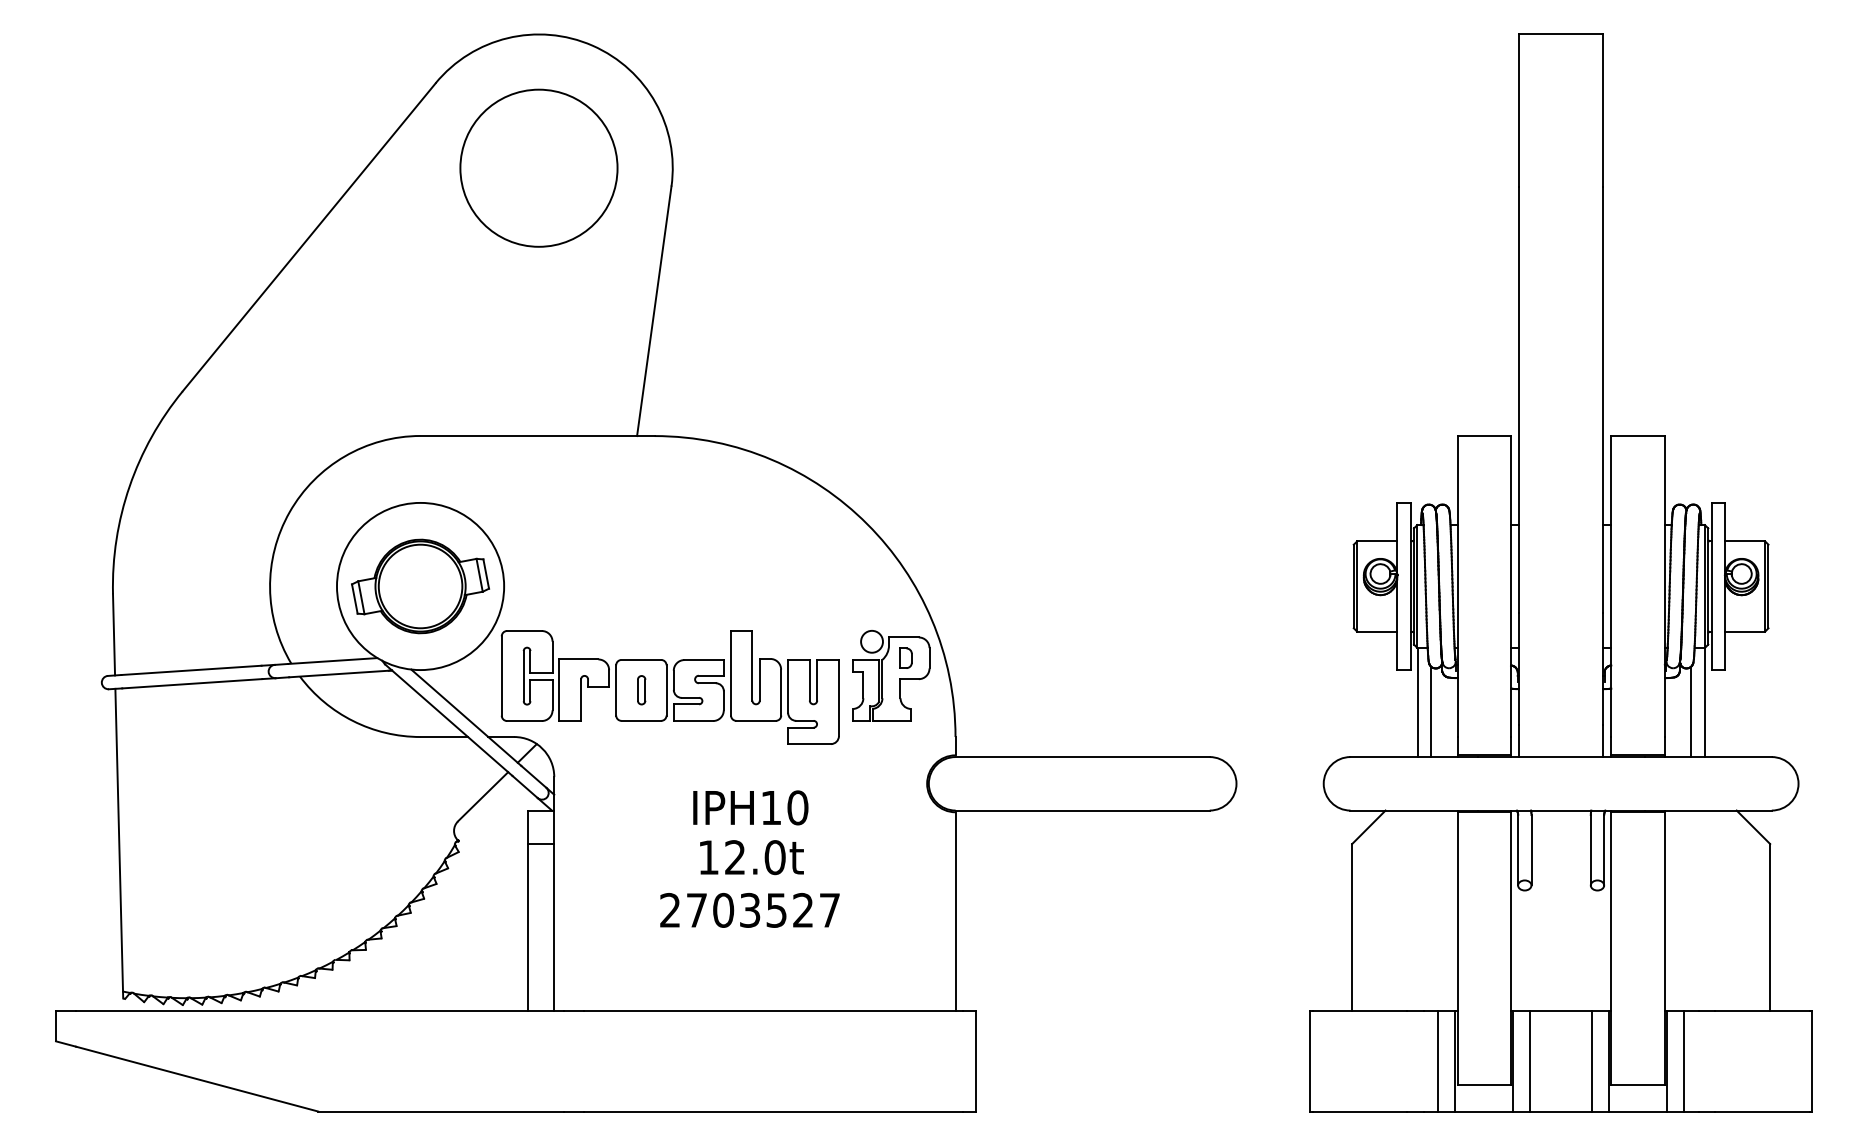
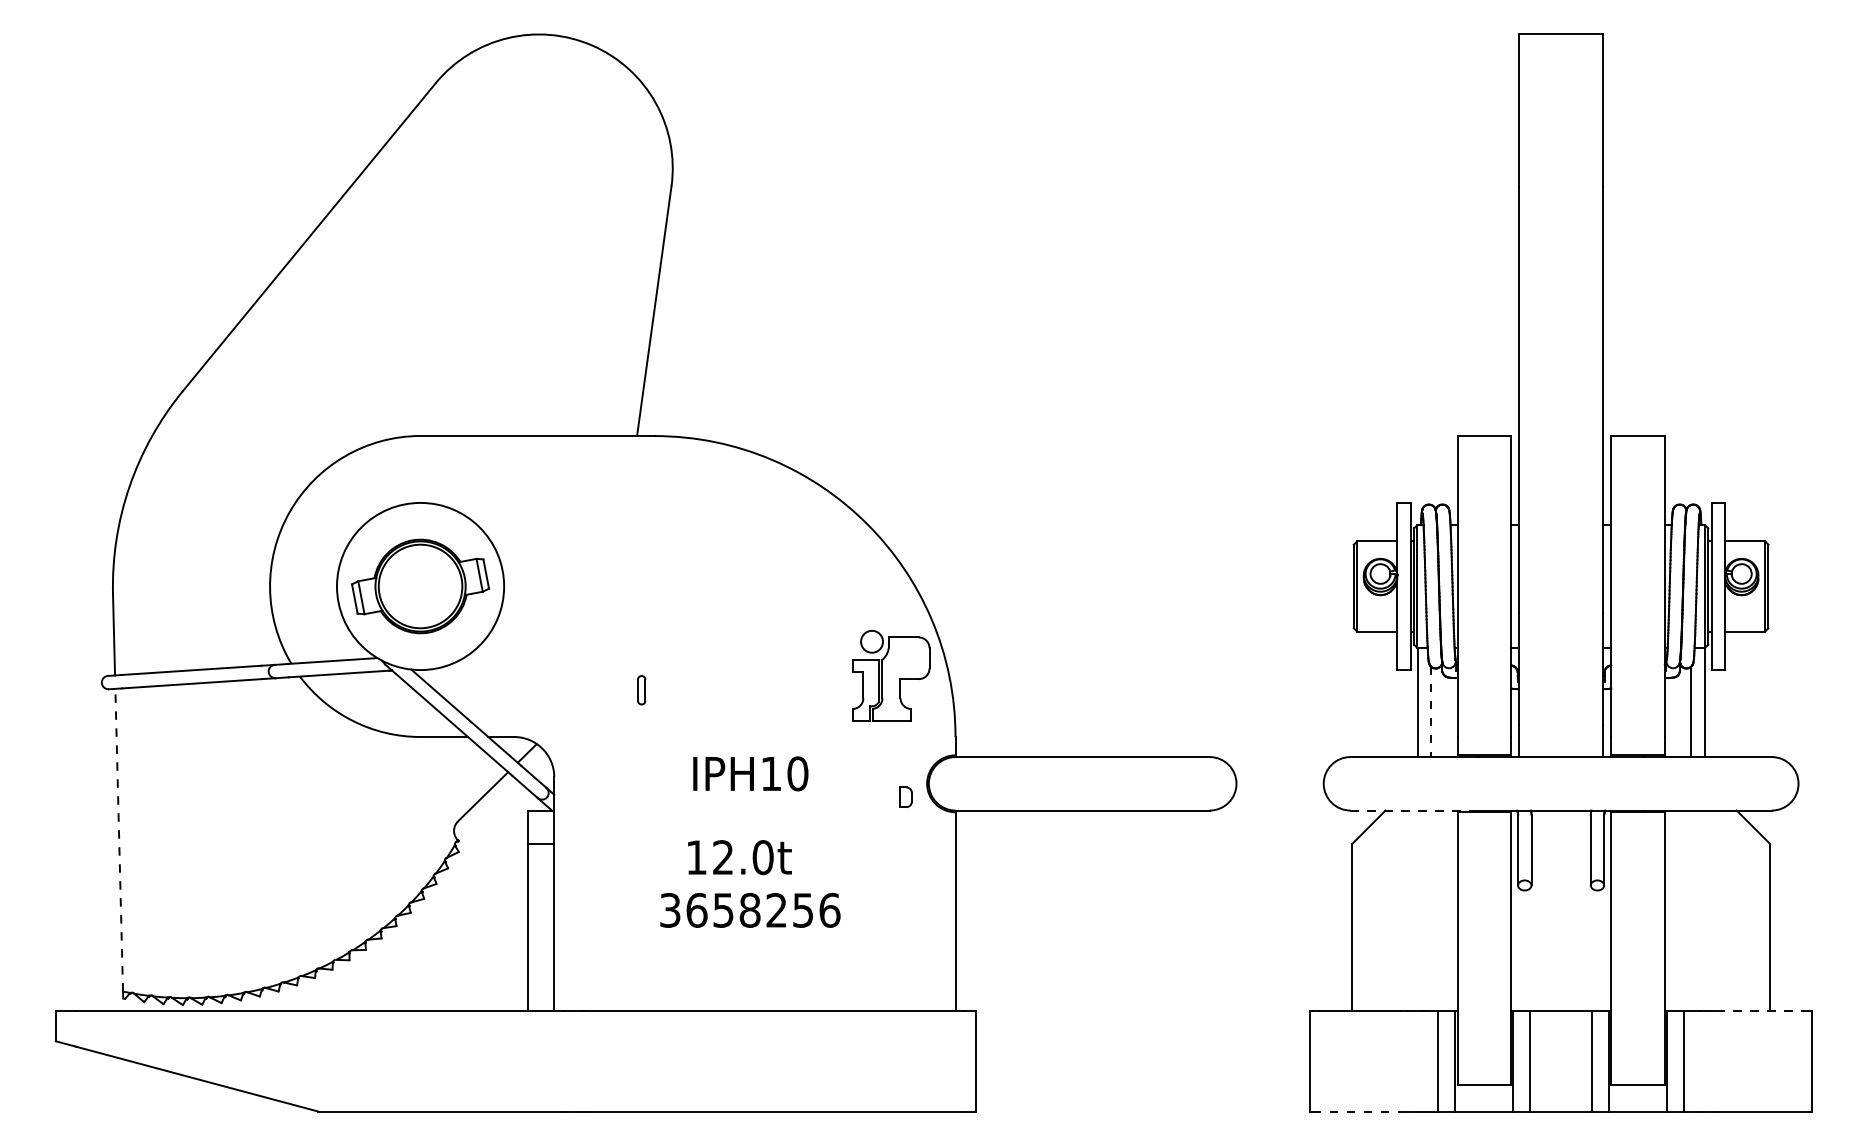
circle at (538, 167): present -> none
part at (905, 657) position: (905, 657) -> (905, 796)
part at (669, 687): present -> none
line at (1431, 712): solid -> dashed
text at (750, 807) position: (750, 807) -> (750, 773)
line at (1414, 810): solid -> dashed
line at (119, 839): solid -> dashed
text at (751, 857) position: (751, 857) -> (739, 857)
text at (750, 909): 2703527 -> 3658256
line at (1761, 1011): solid -> dashed
line at (1360, 1111): solid -> dashed
